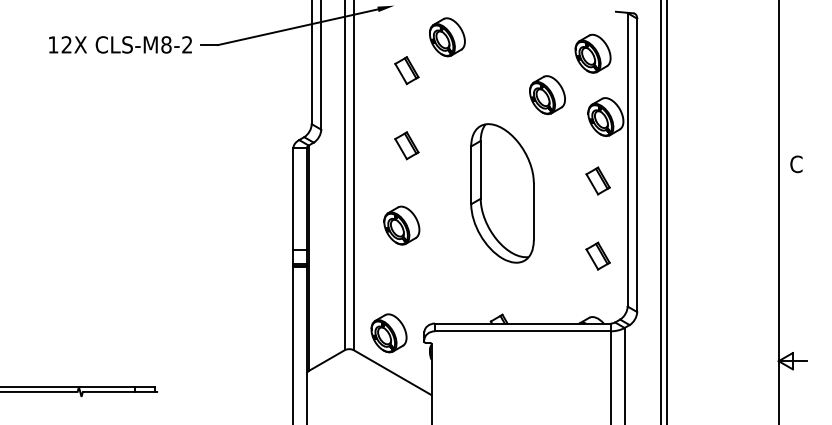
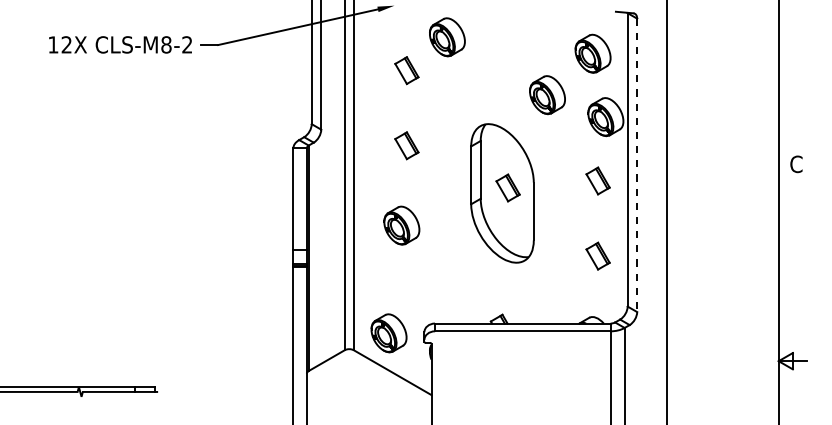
line at (637, 165): solid -> dashed
part at (507, 187): none -> present
line at (660, 211): present -> none
